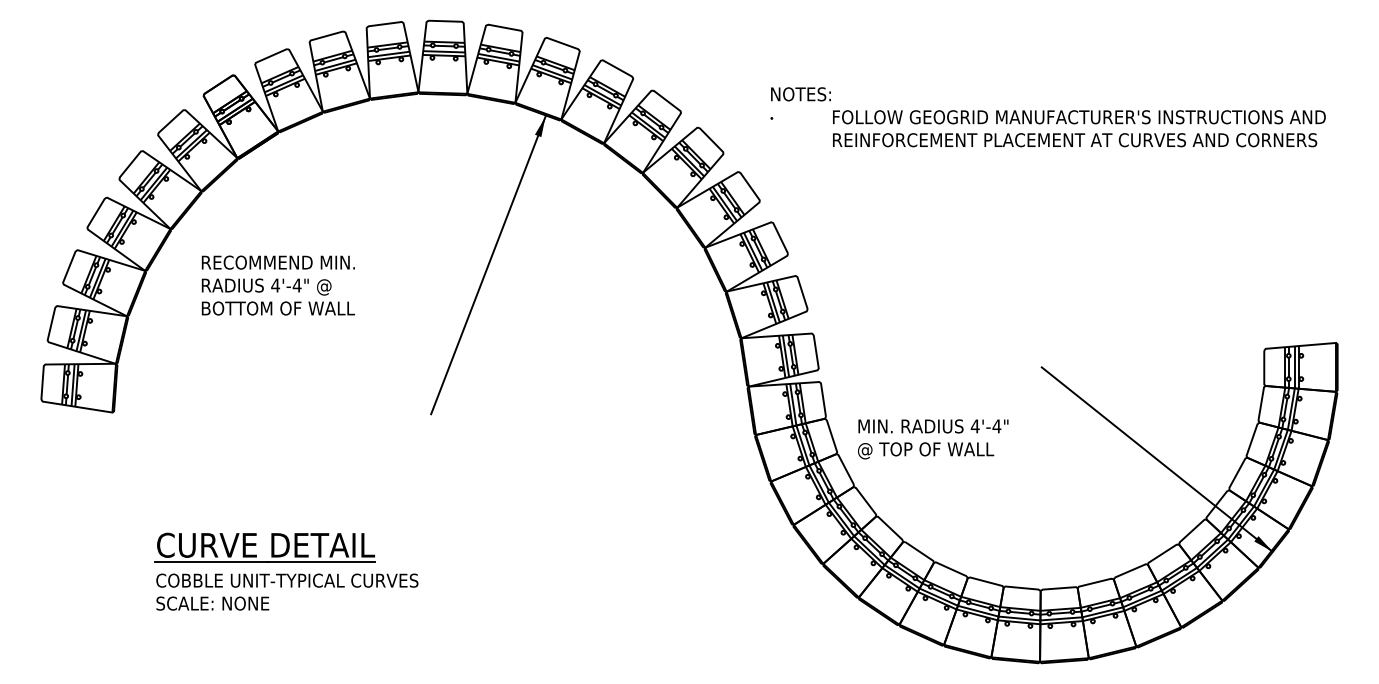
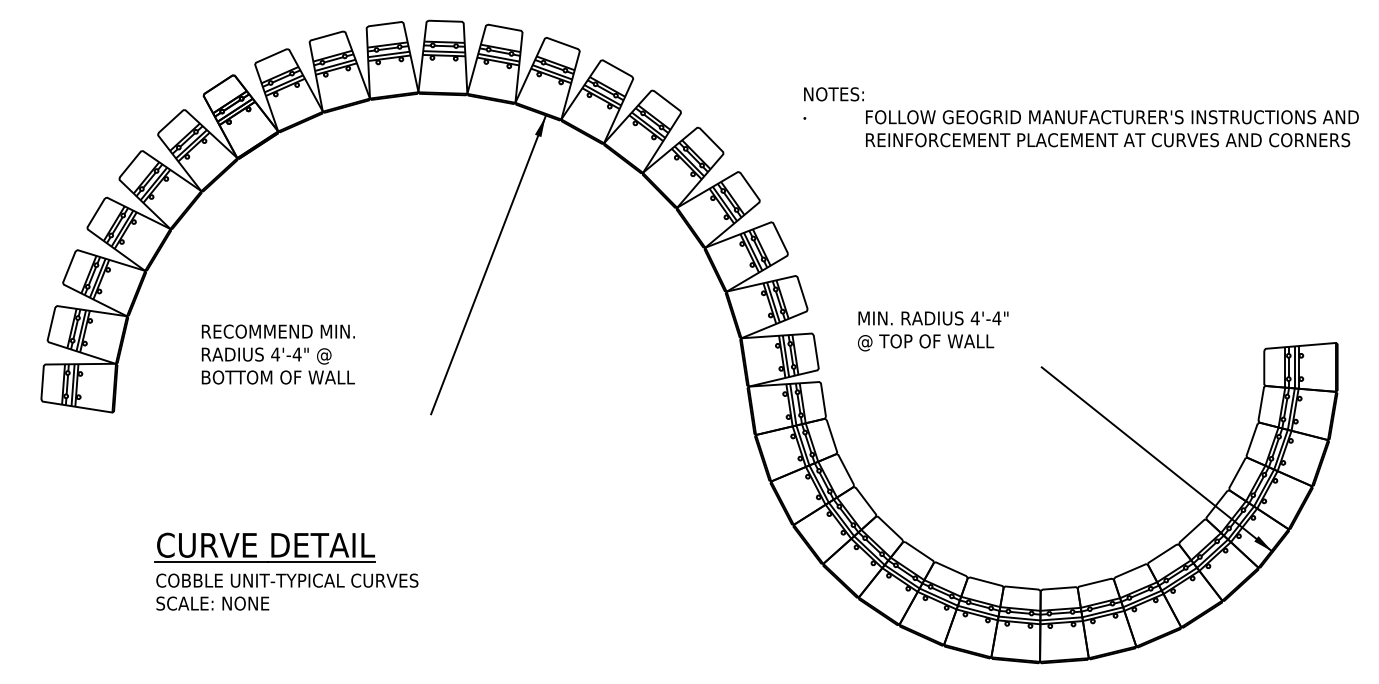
text at (1047, 117) position: (1047, 117) -> (1080, 117)
text at (277, 285) position: (277, 285) -> (277, 354)
text at (933, 439) position: (933, 439) -> (933, 331)
